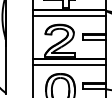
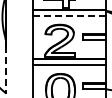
line at (69, 16): solid -> dashed
line at (6, 69): solid -> dashed
